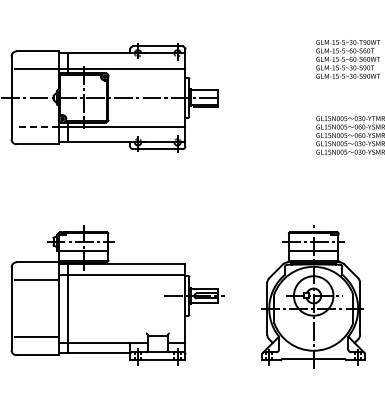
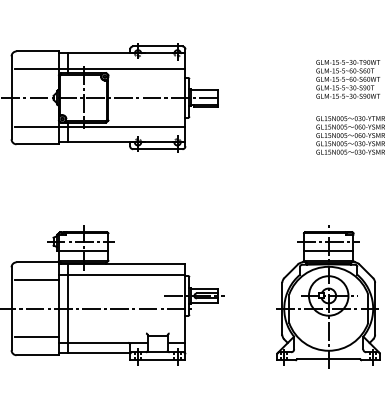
text at (348, 59) position: (348, 59) -> (348, 79)
line at (36, 126): dashed -> solid
part at (313, 296) position: (313, 296) -> (328, 296)
line at (98, 308): none -> present
